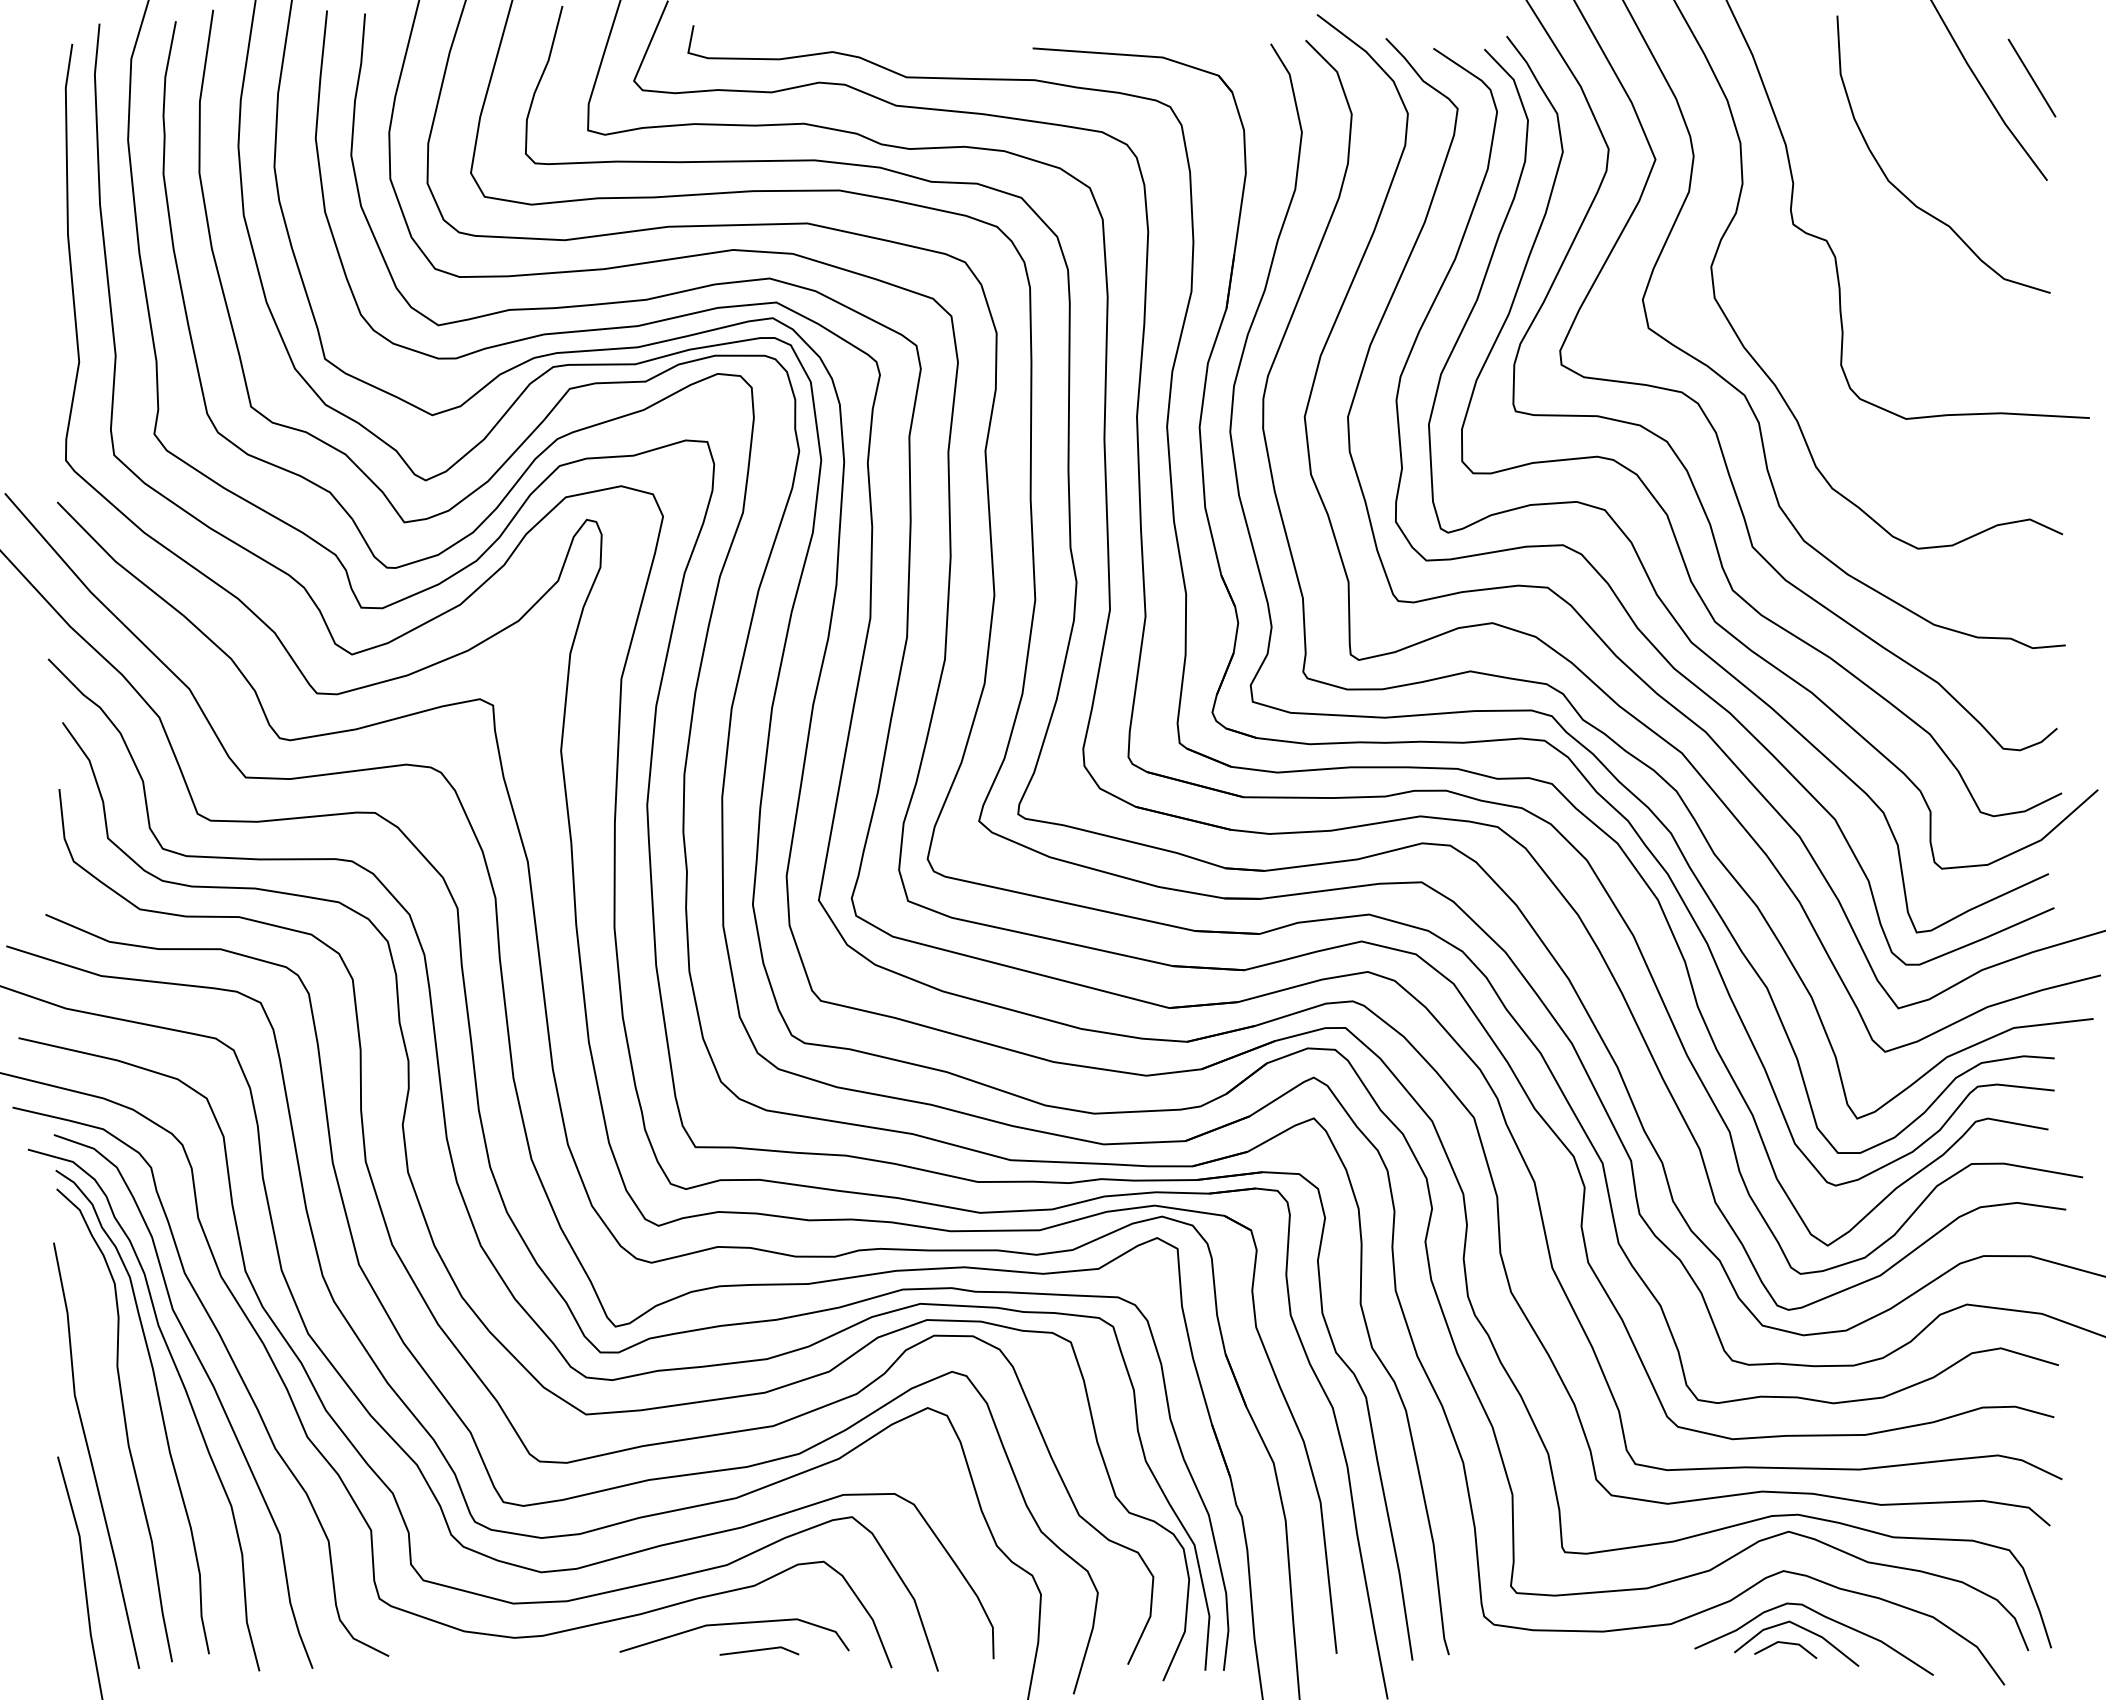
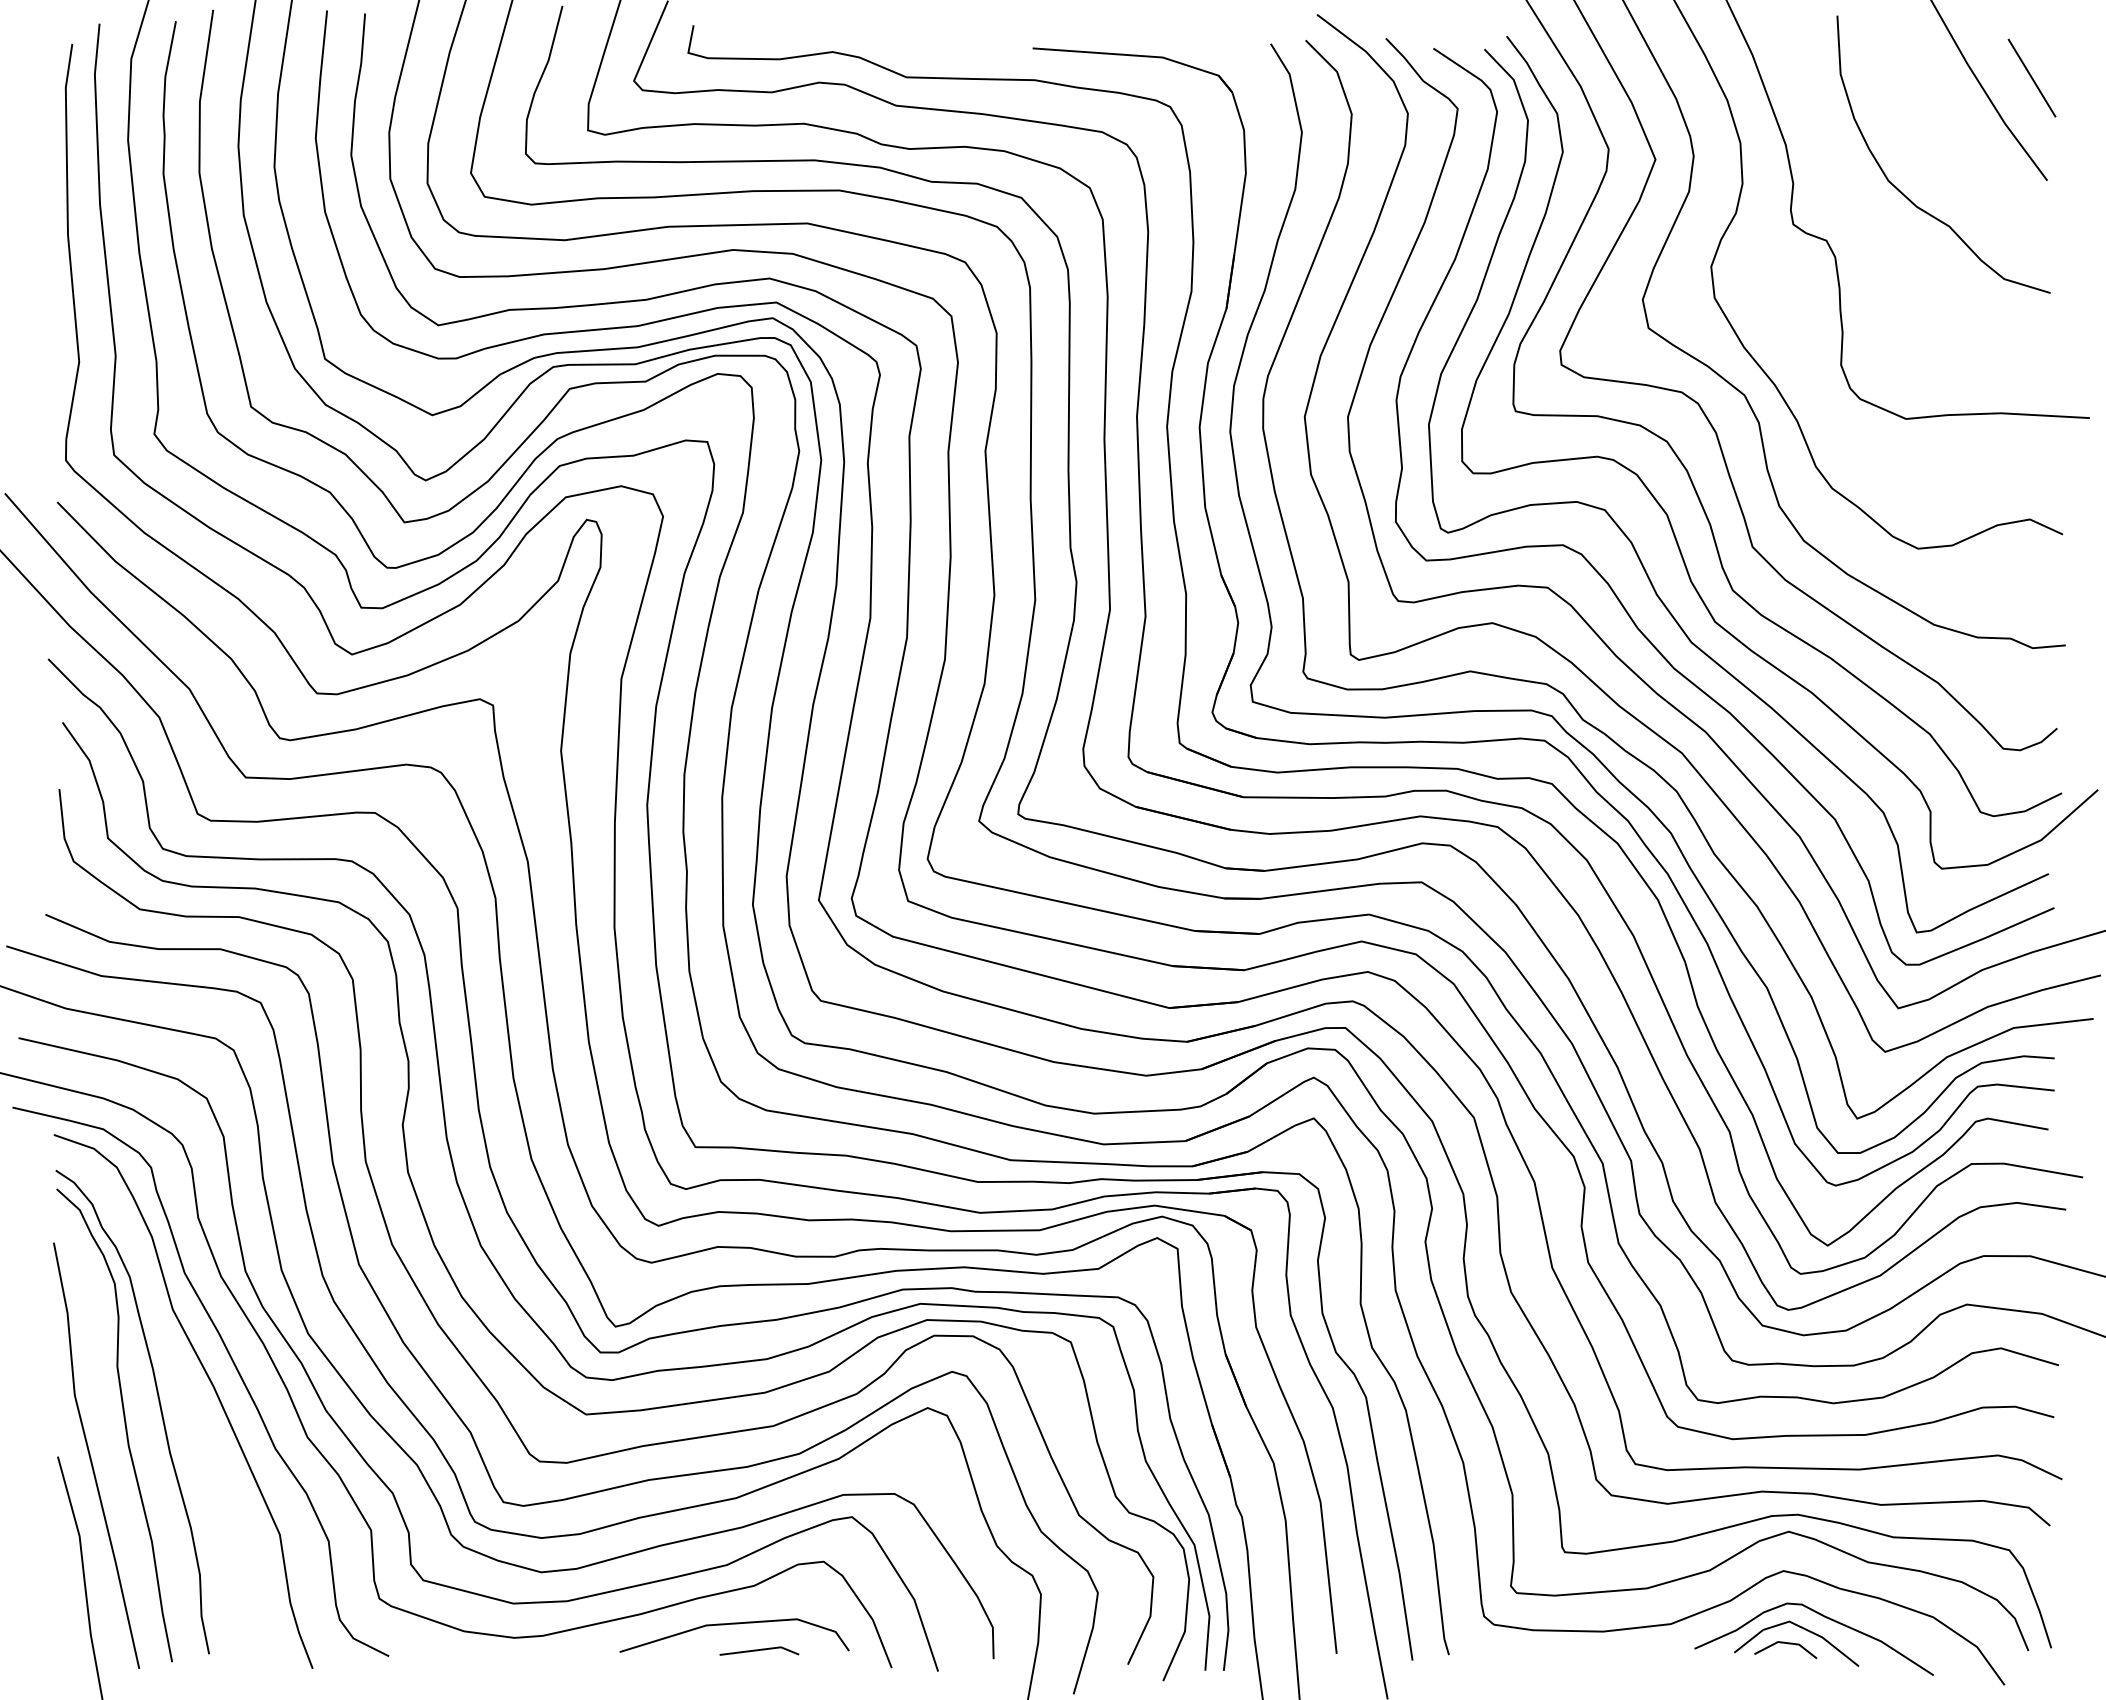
part at (184, 1390): present -> none
